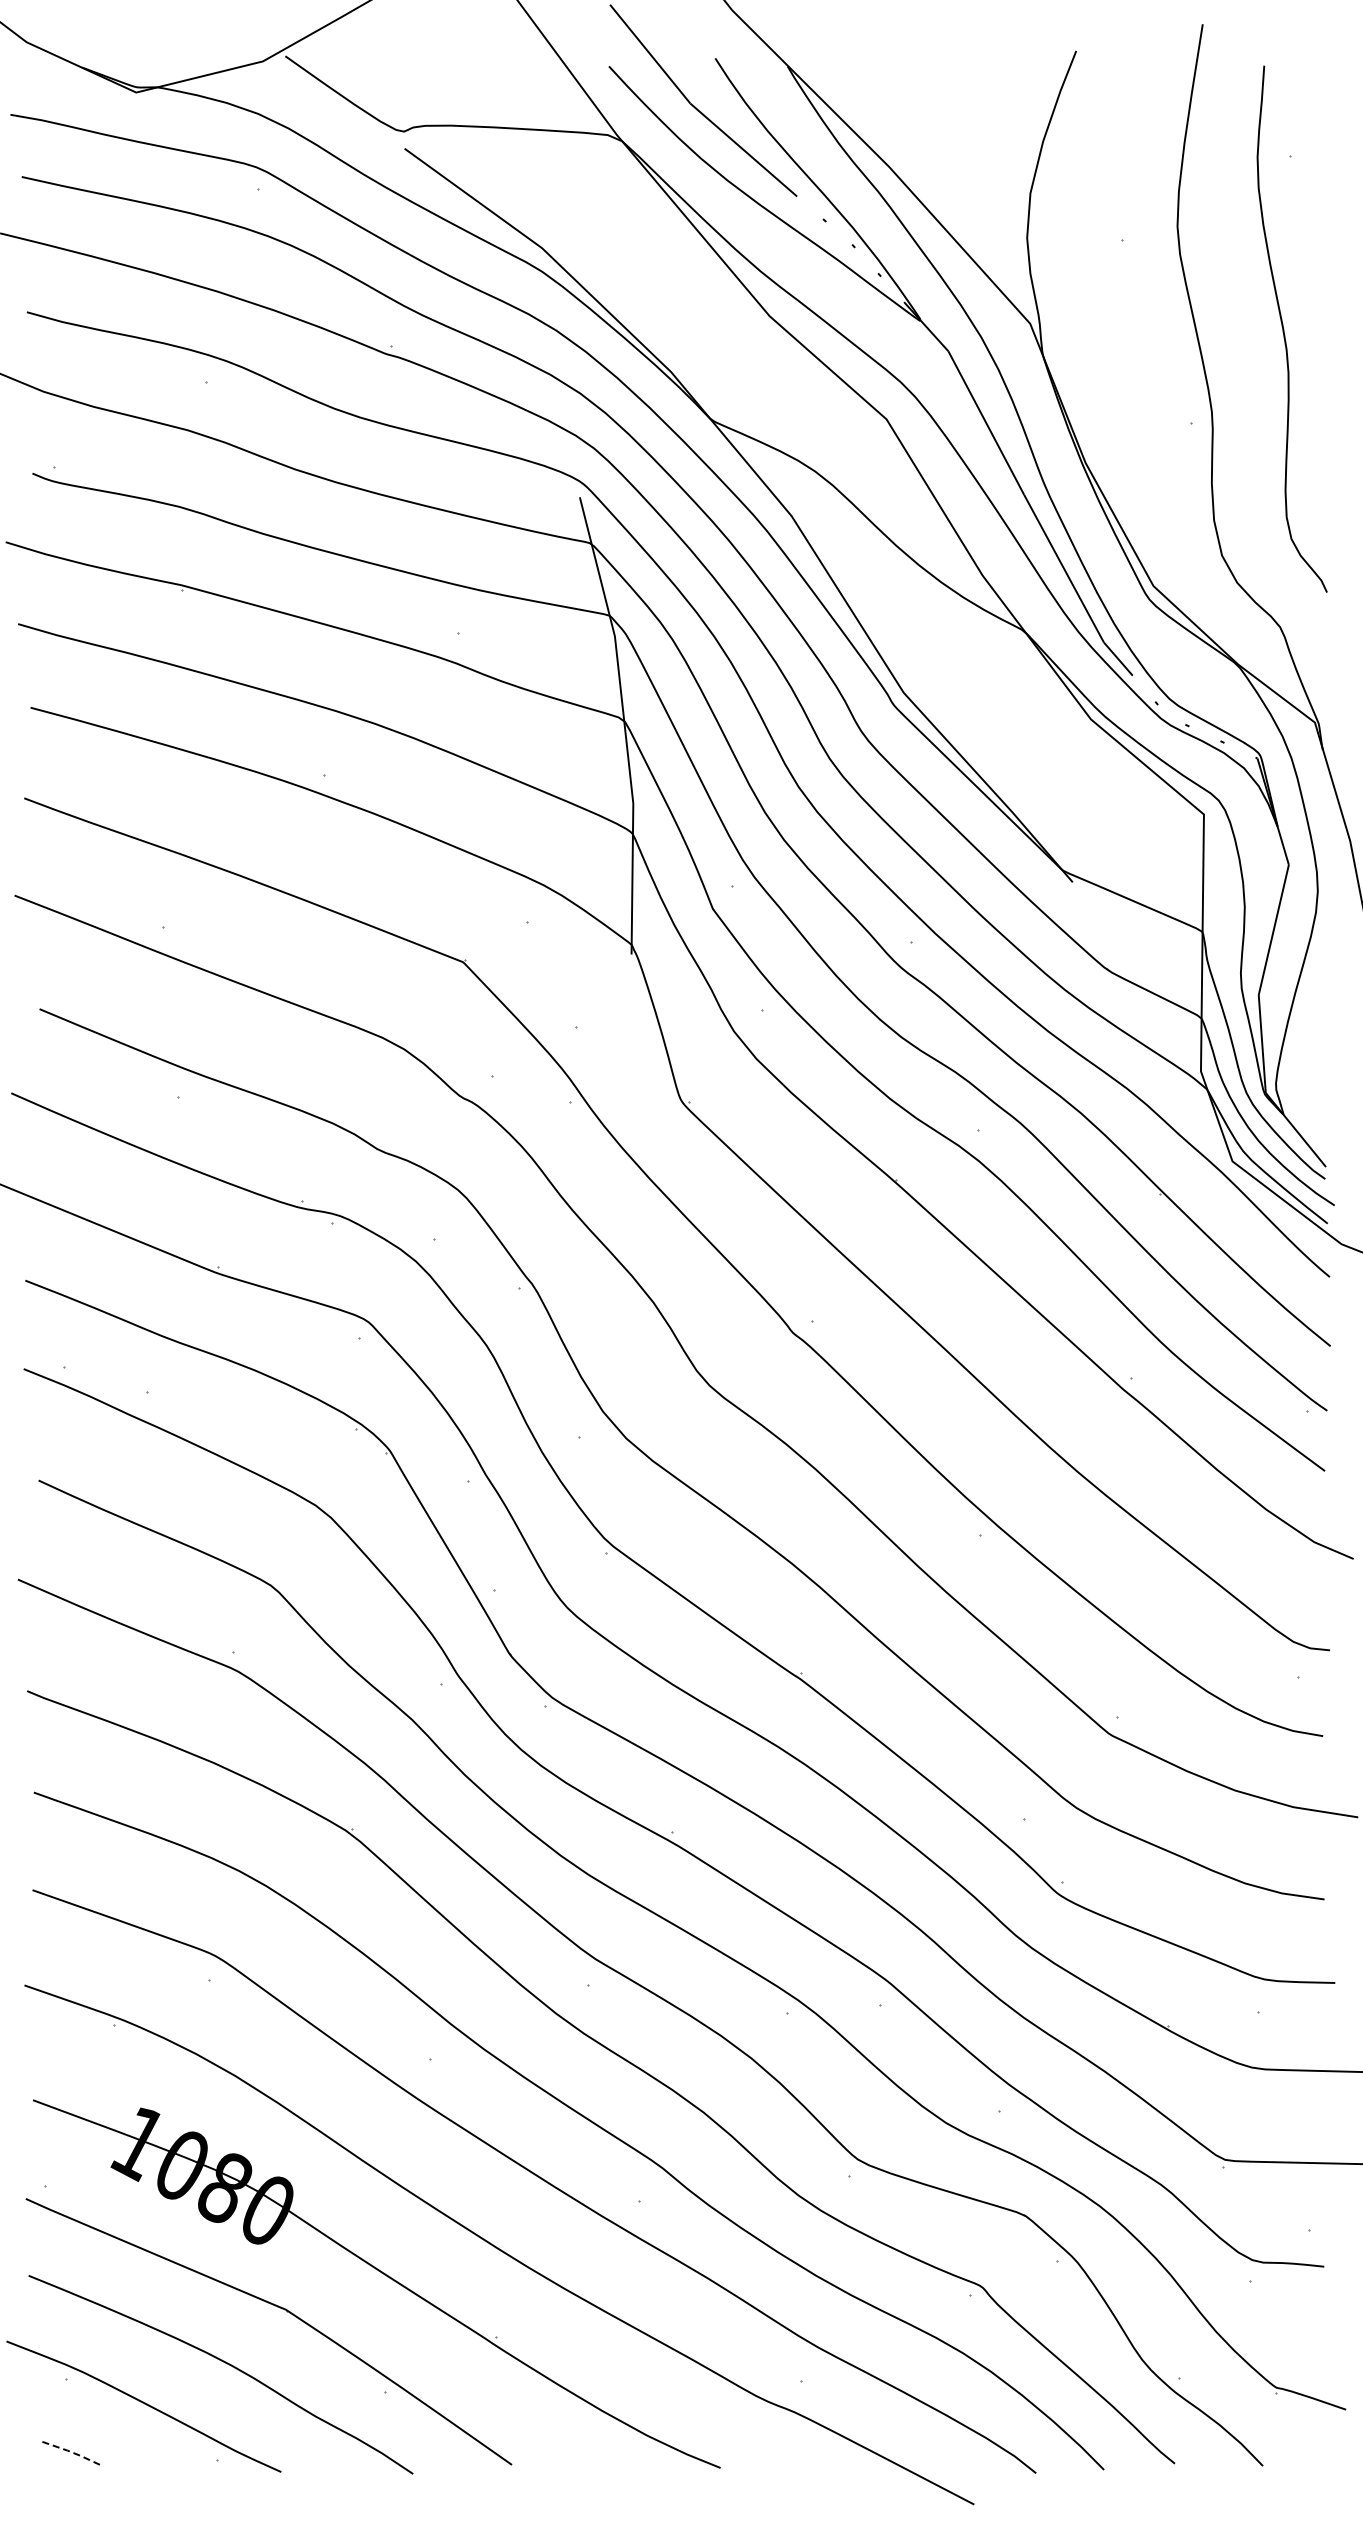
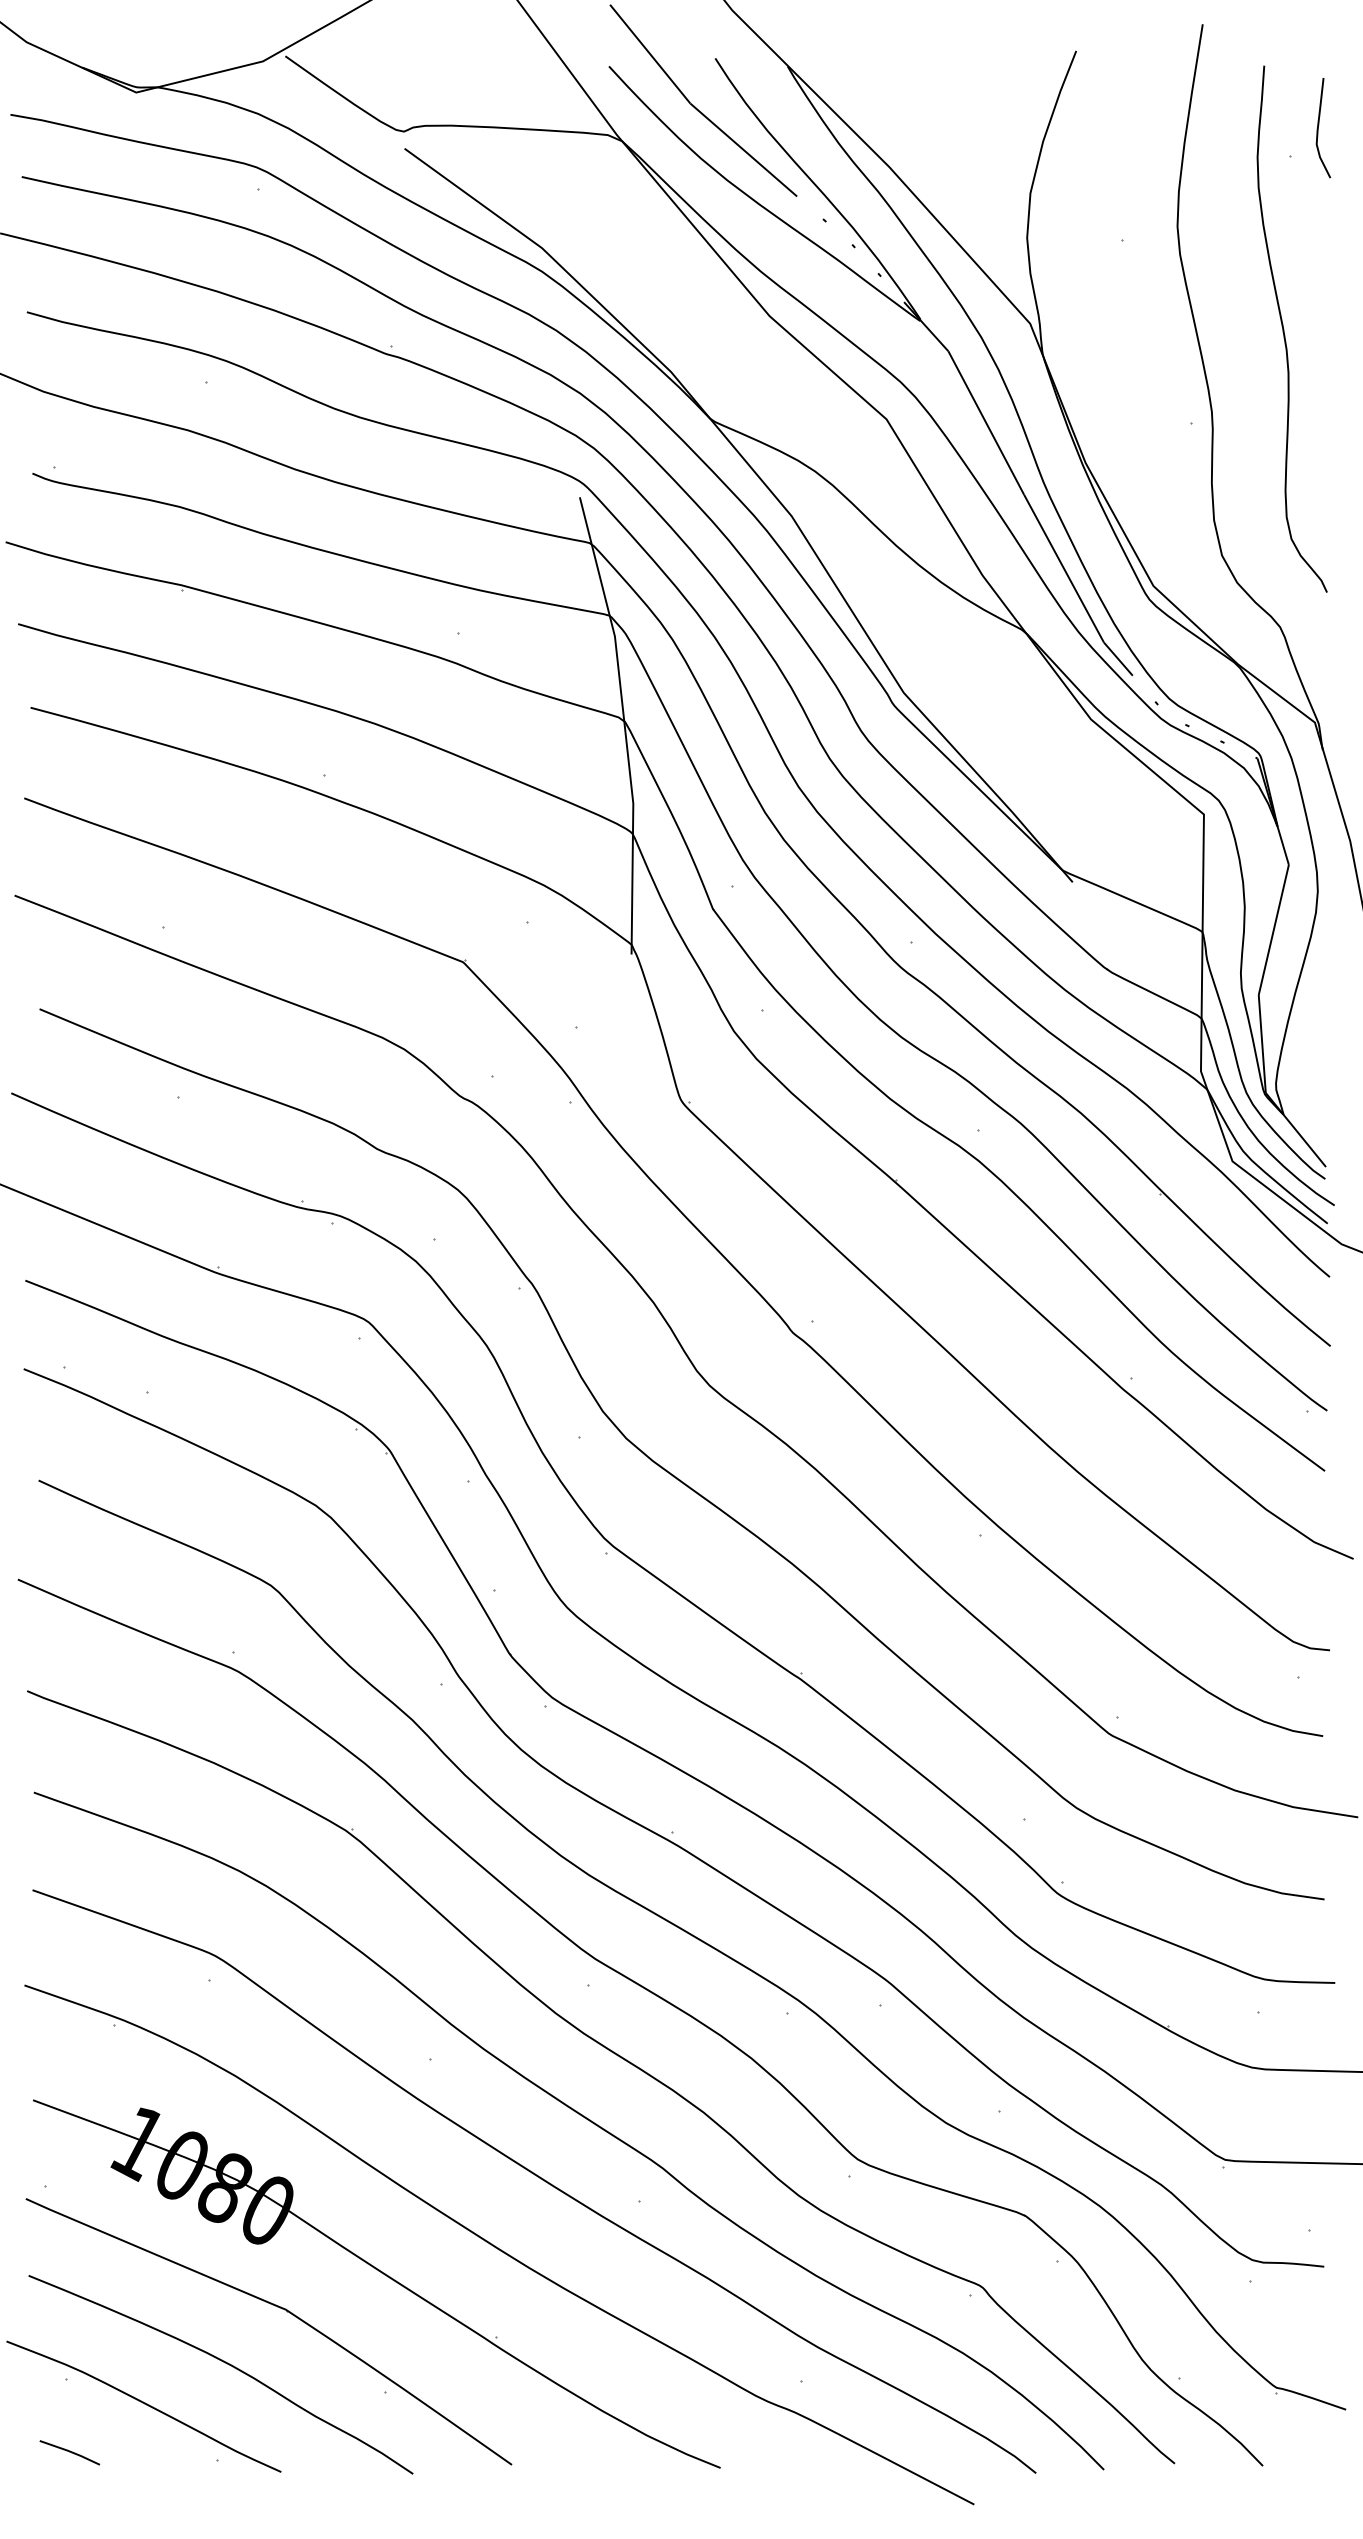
curve at (1319, 125): none -> present
line at (70, 2451): dashed -> solid
